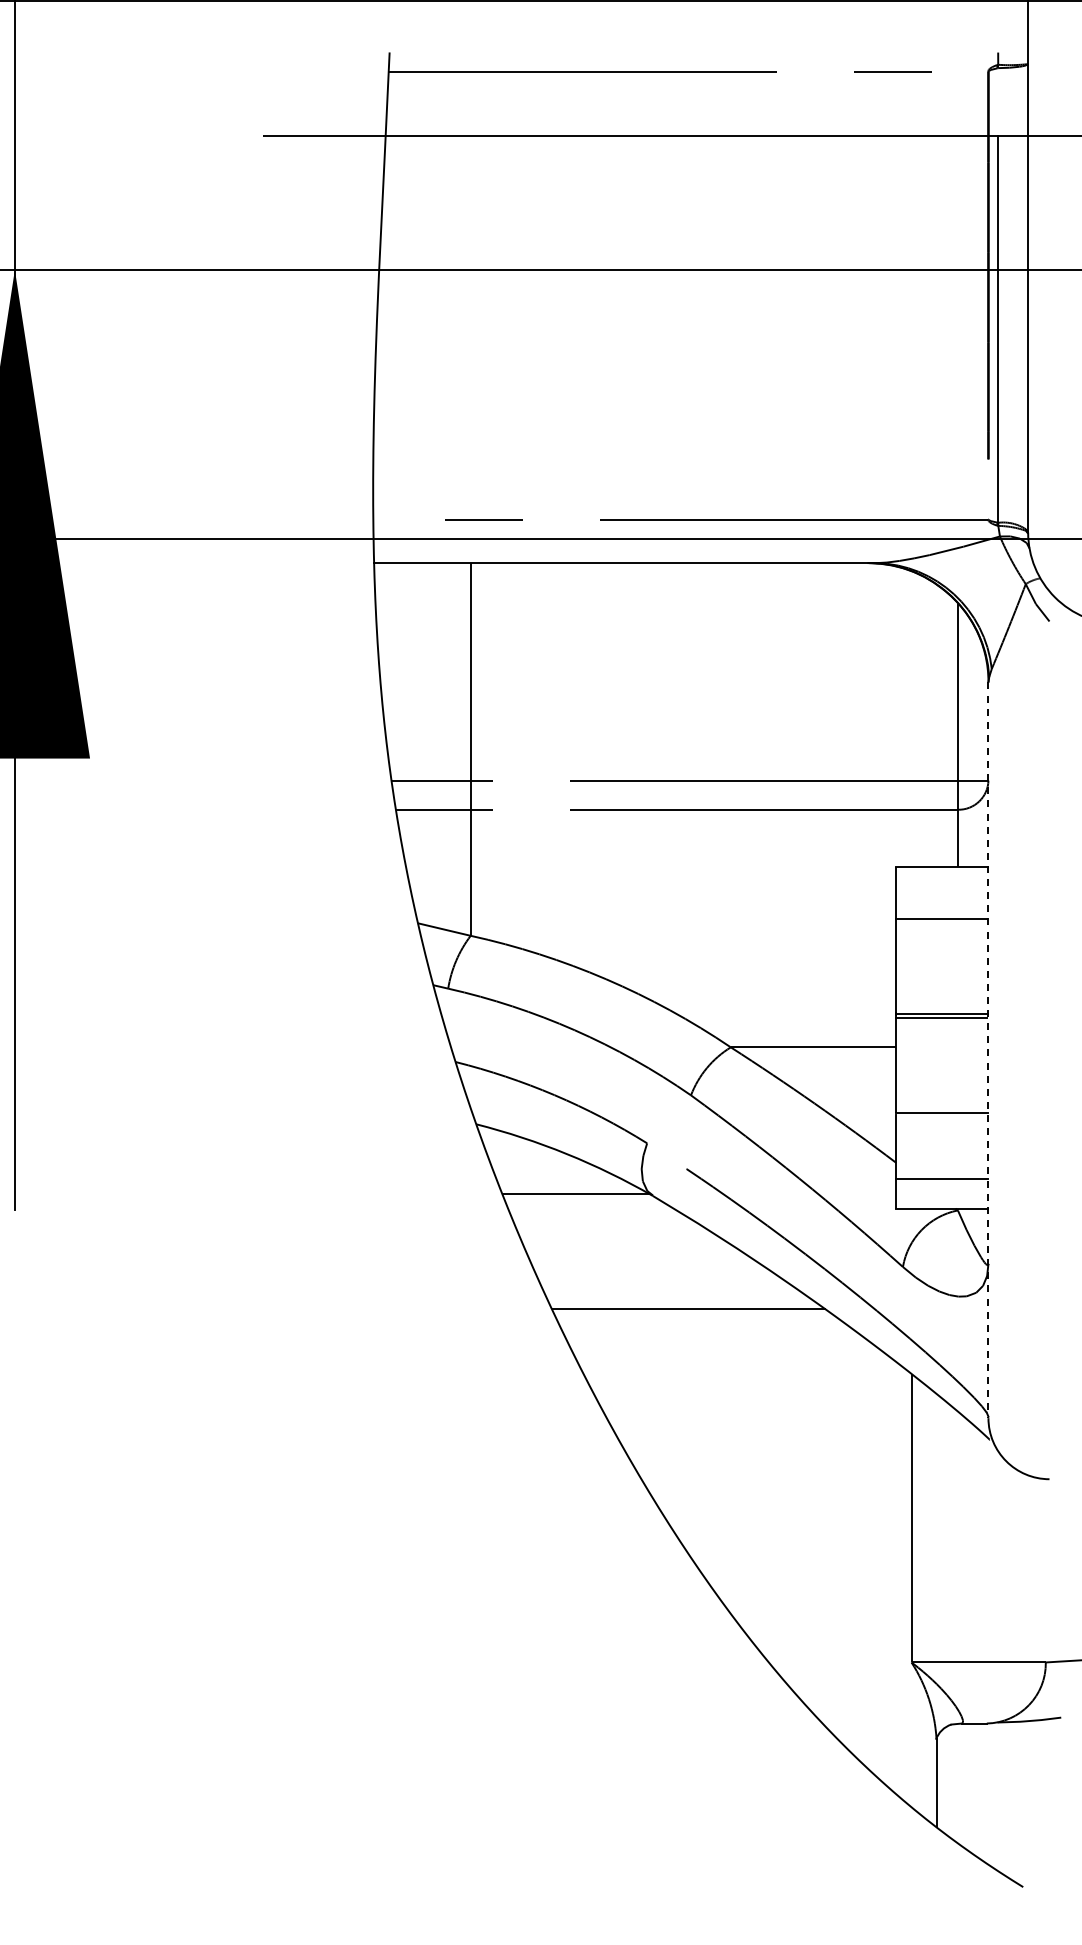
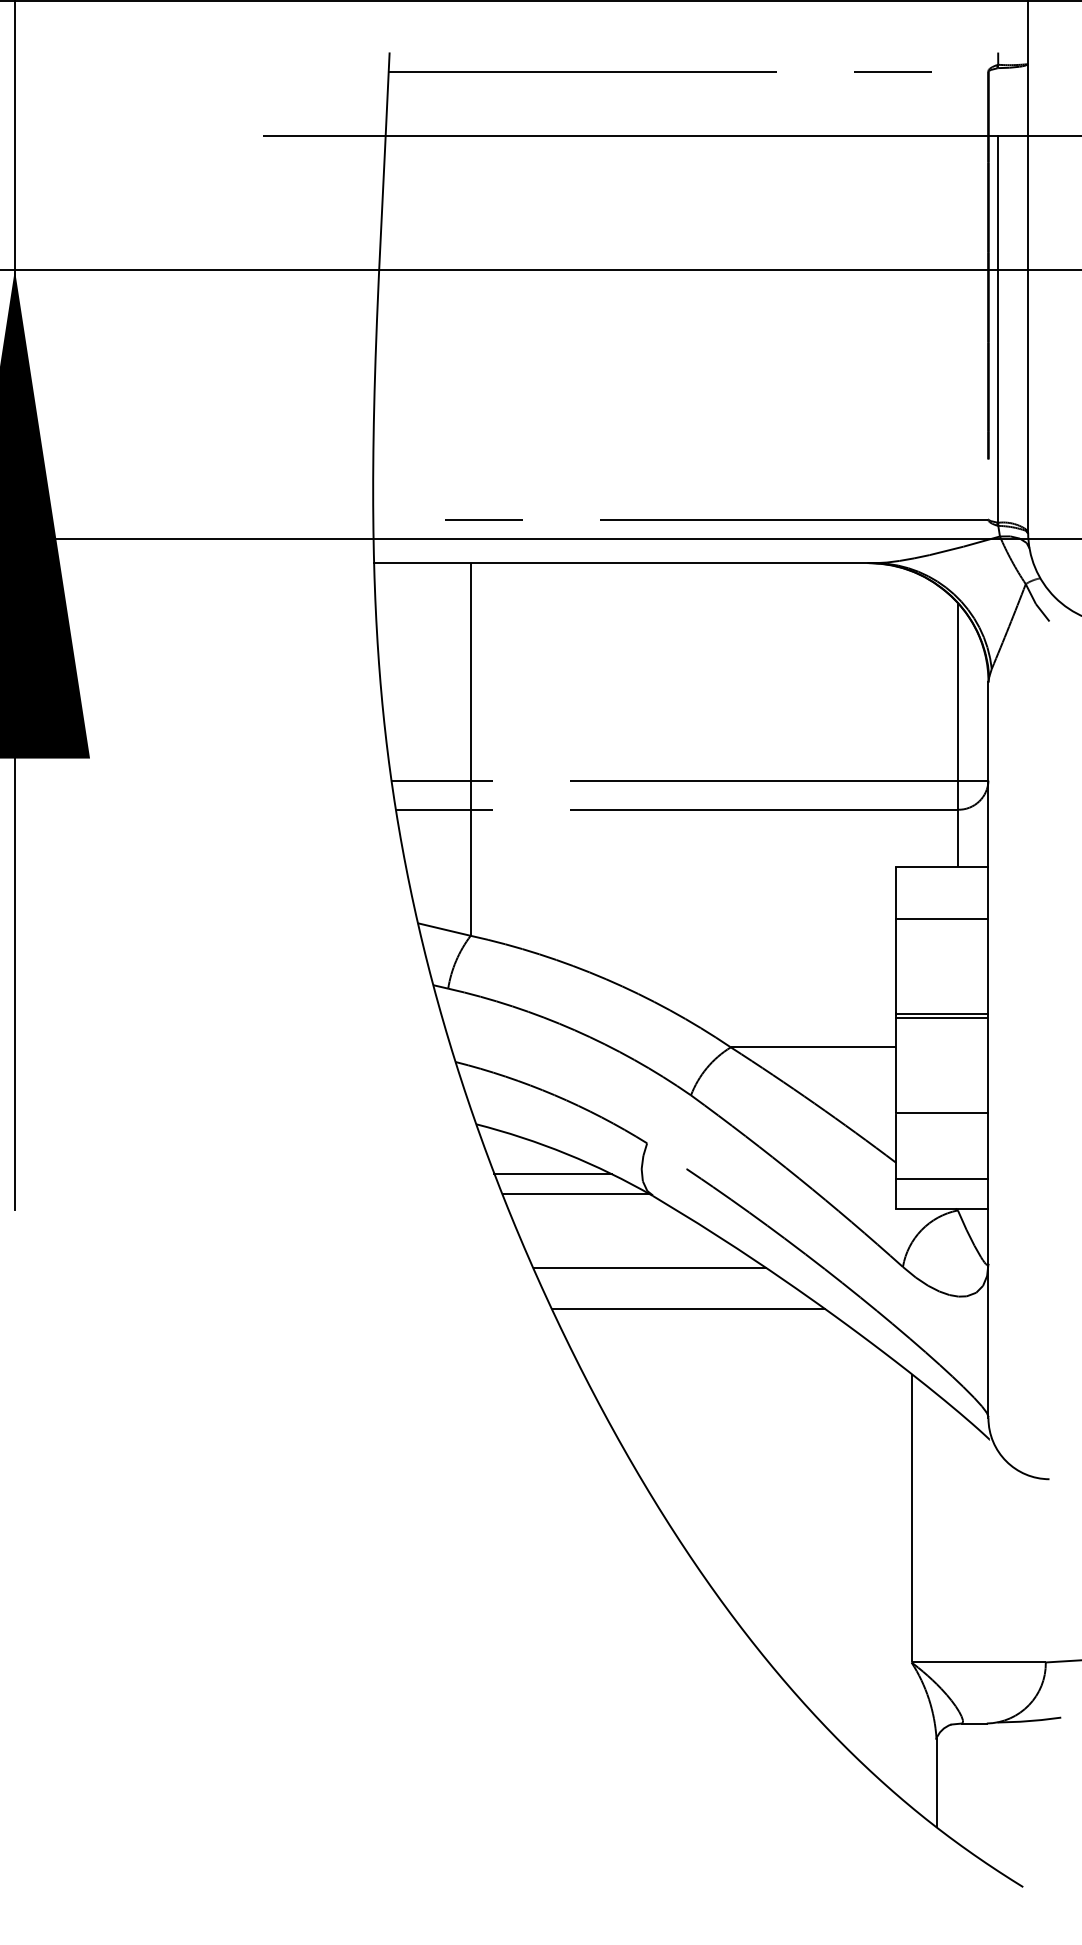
line at (988, 1050): dashed -> solid
line at (553, 1173): none -> present
line at (650, 1268): none -> present
